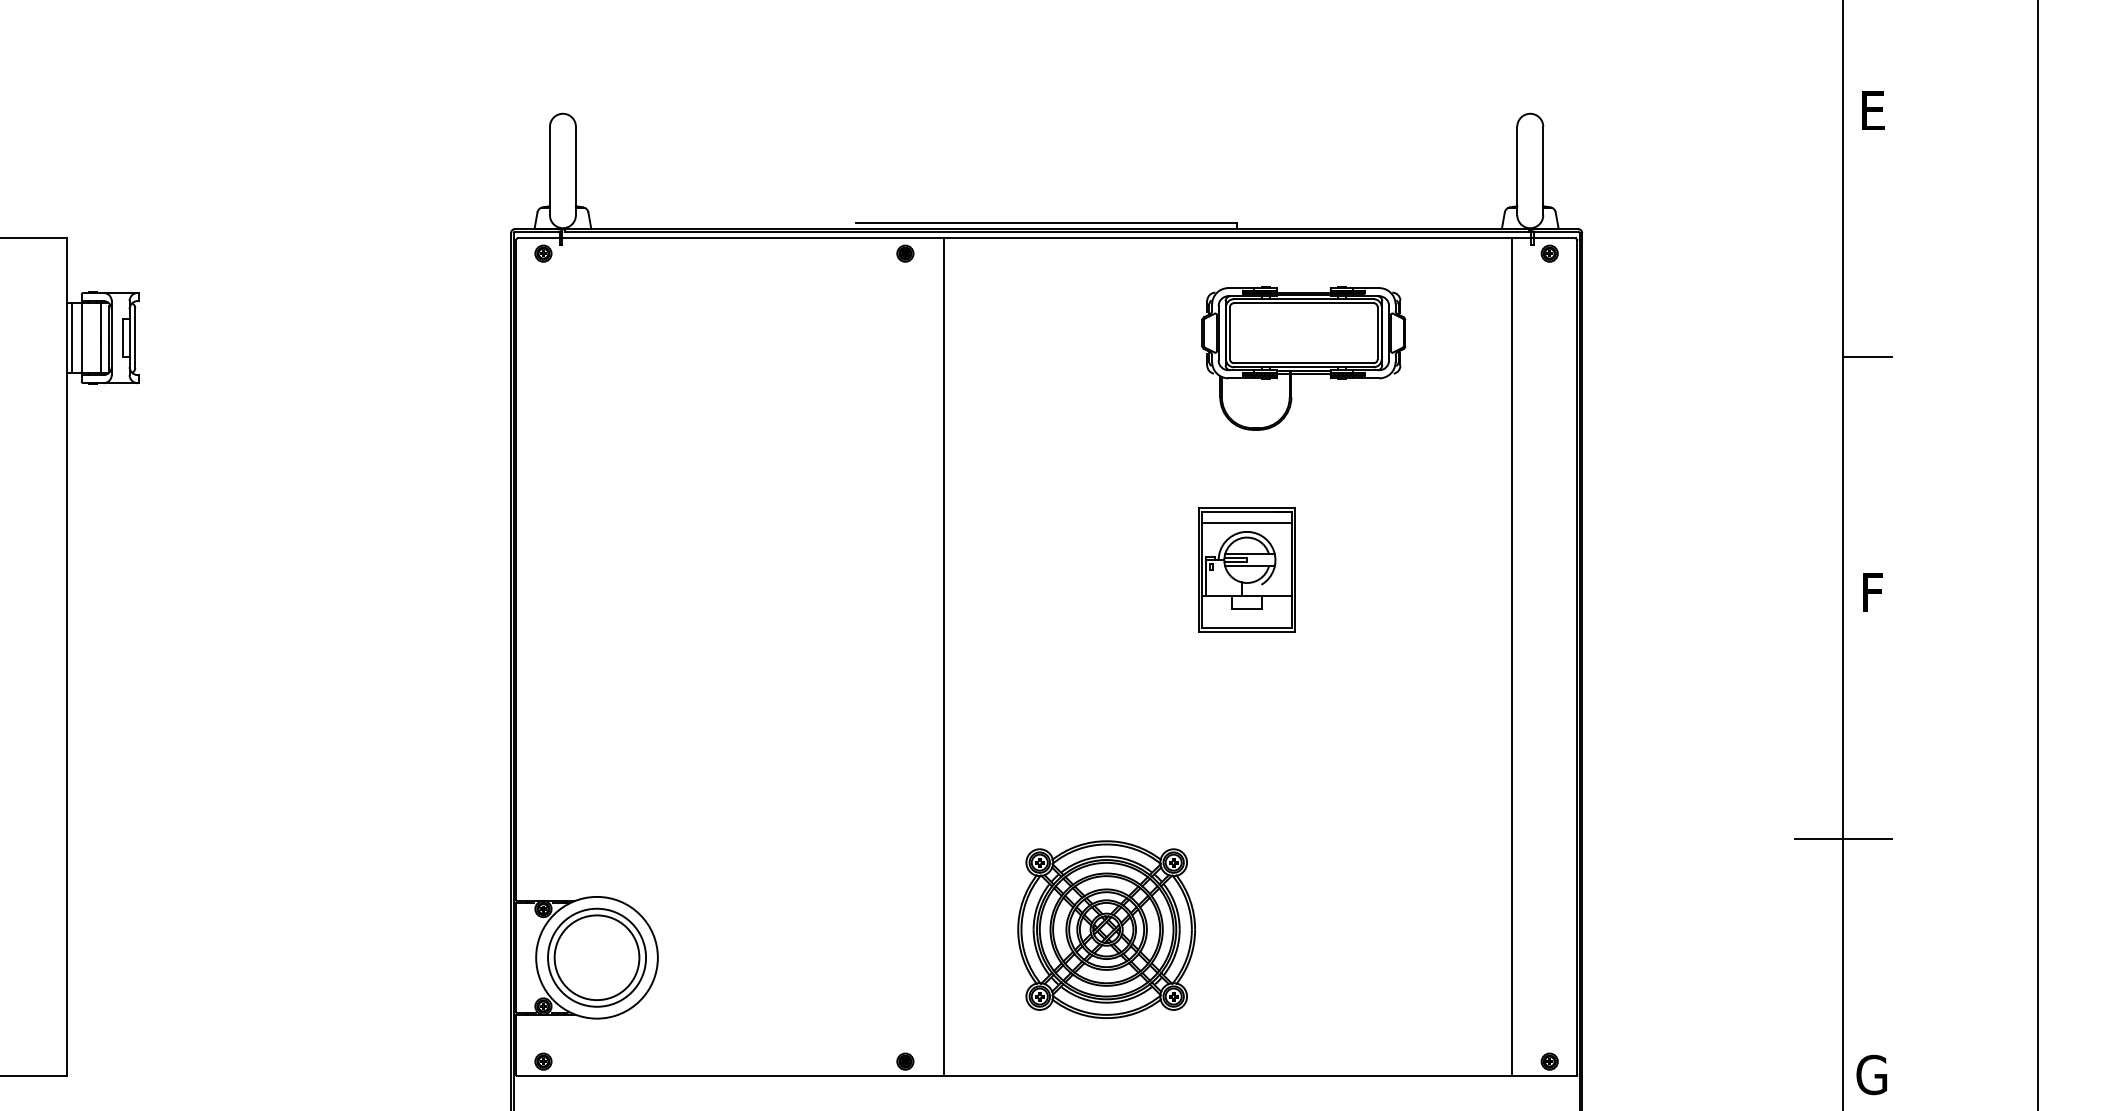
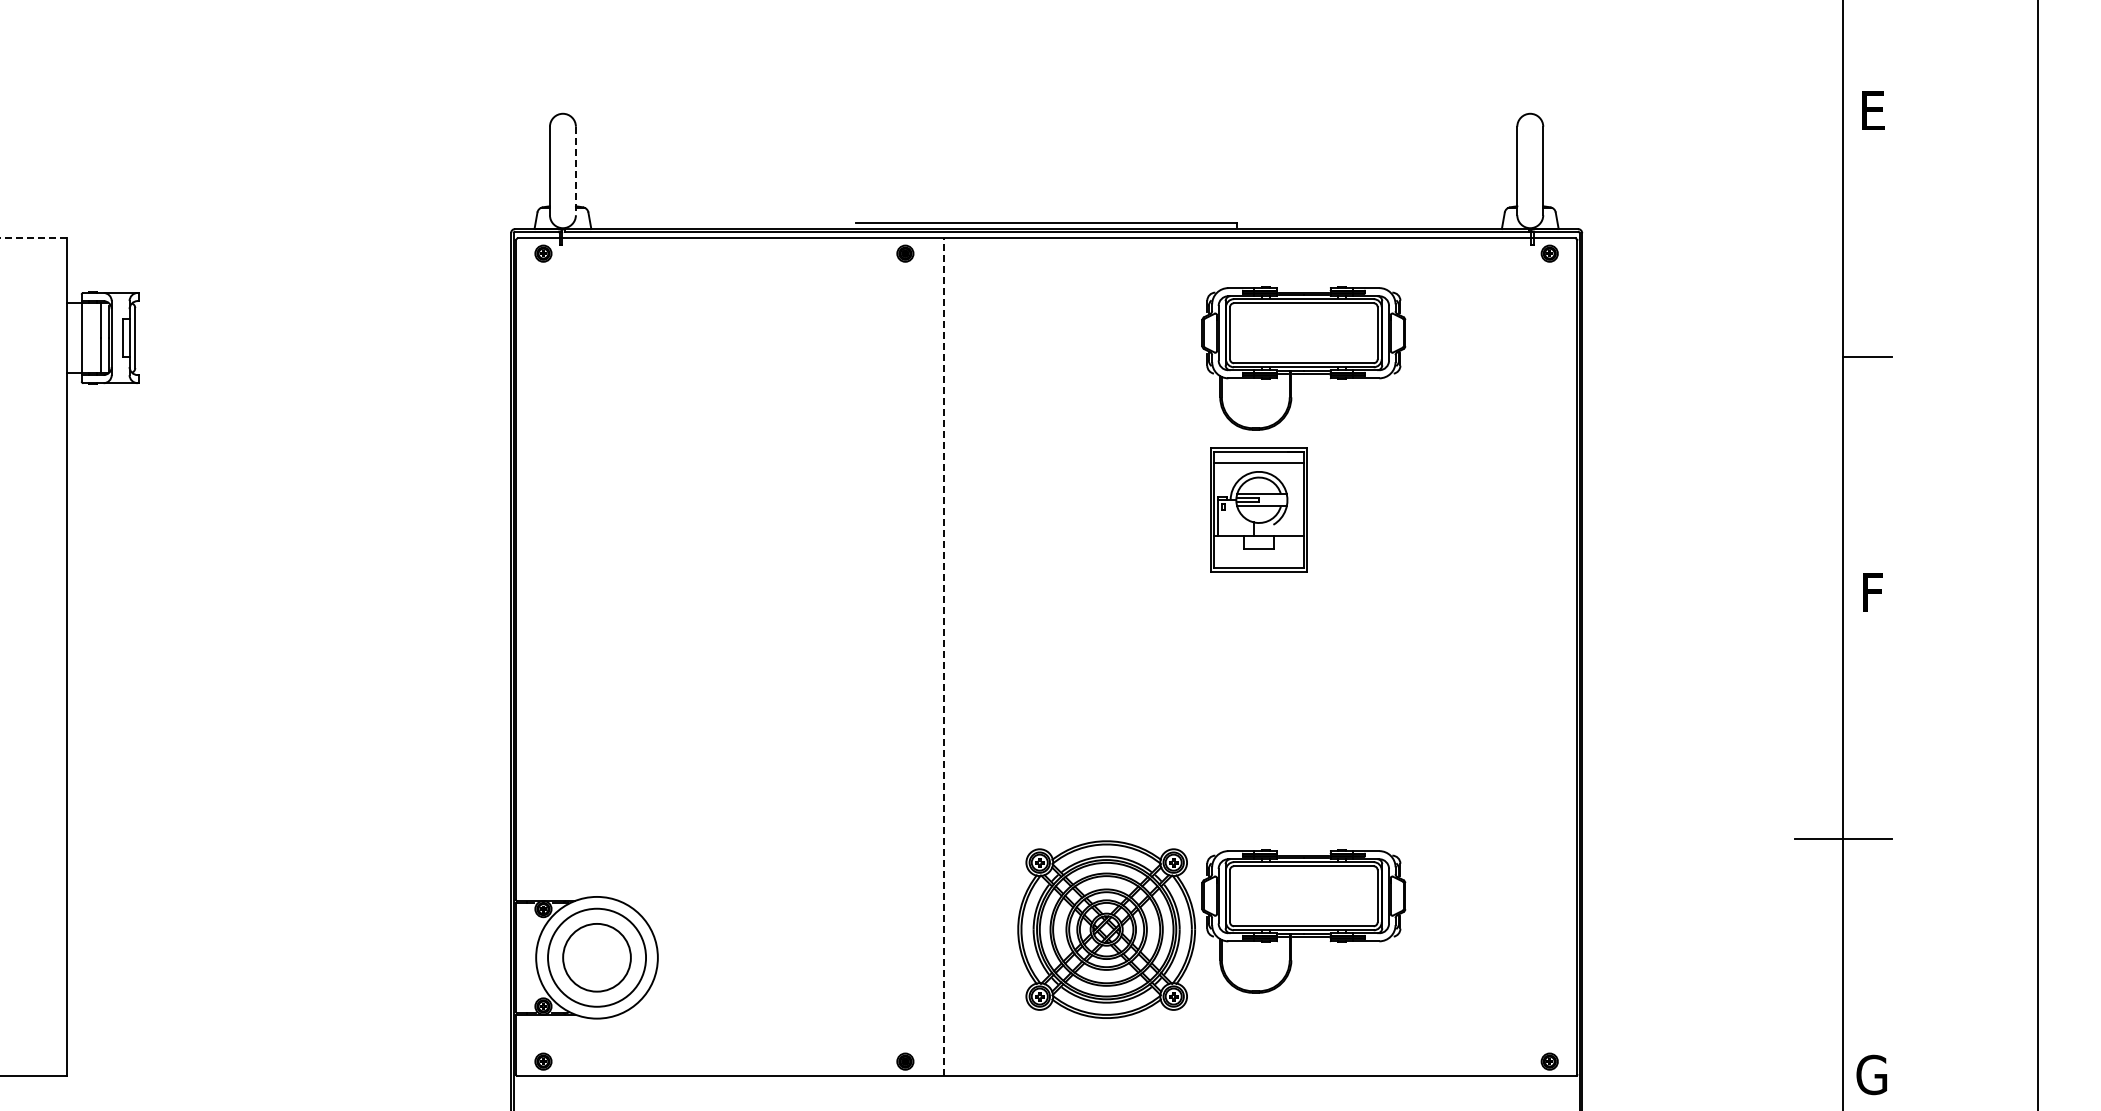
line at (575, 171): solid -> dashed
line at (33, 238): solid -> dashed
line at (71, 337): present -> none
part at (1246, 569) position: (1246, 569) -> (1258, 509)
line at (1512, 656): present -> none
line at (944, 657): solid -> dashed
part at (1303, 921): none -> present
circle at (596, 957) diameter: 85 px -> 68 px
